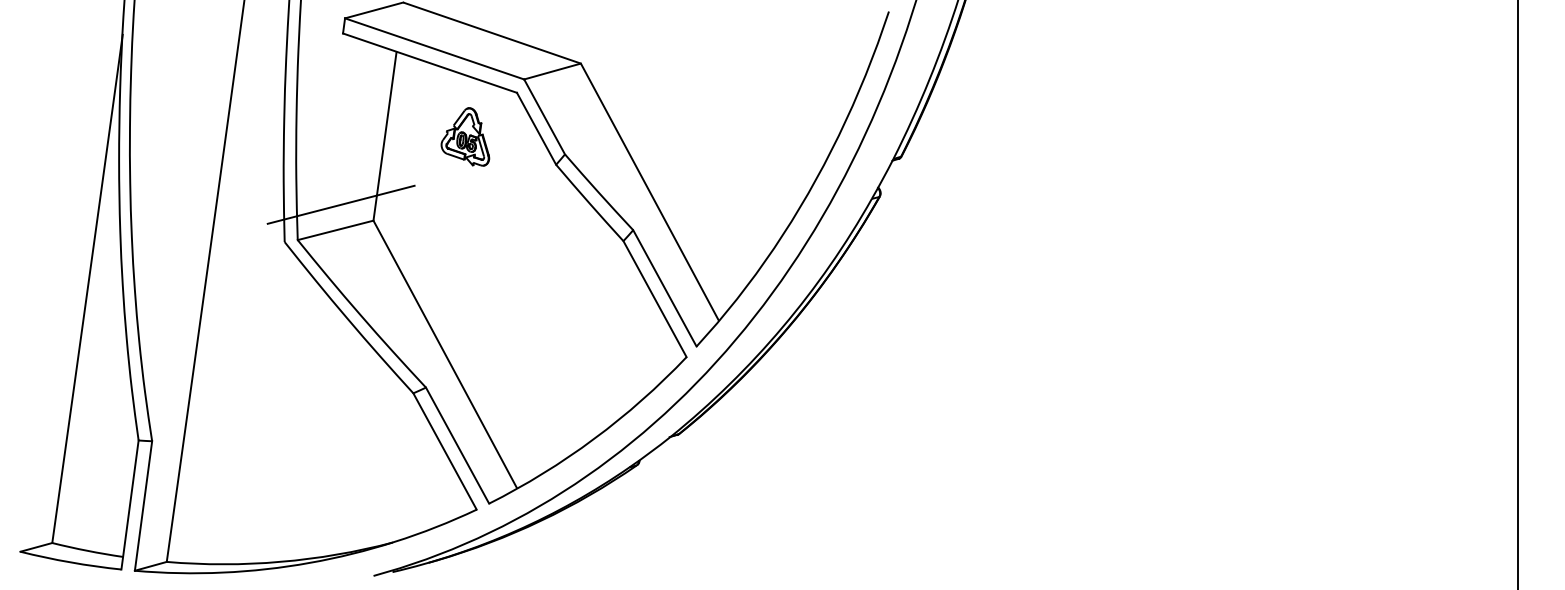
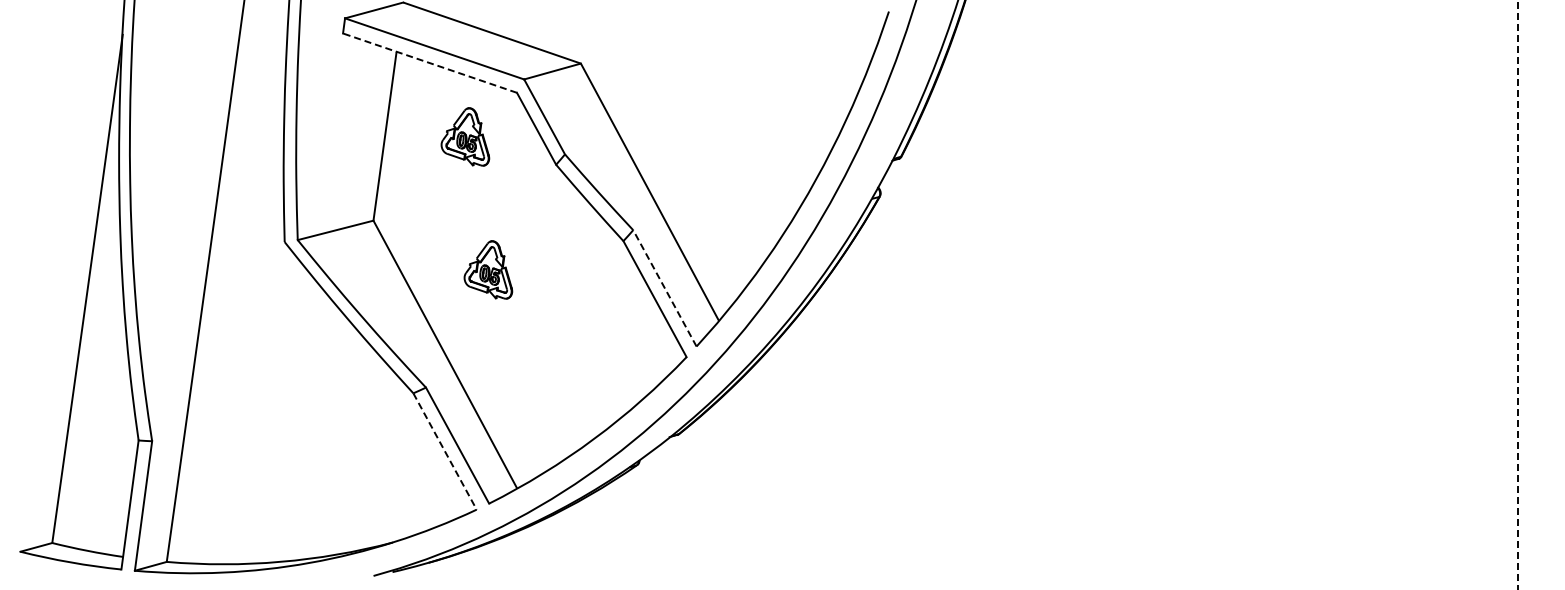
line at (430, 63): solid -> dashed
line at (340, 204): present -> none
part at (488, 269): none -> present
line at (664, 287): solid -> dashed
line at (1518, 295): solid -> dashed
line at (445, 451): solid -> dashed
